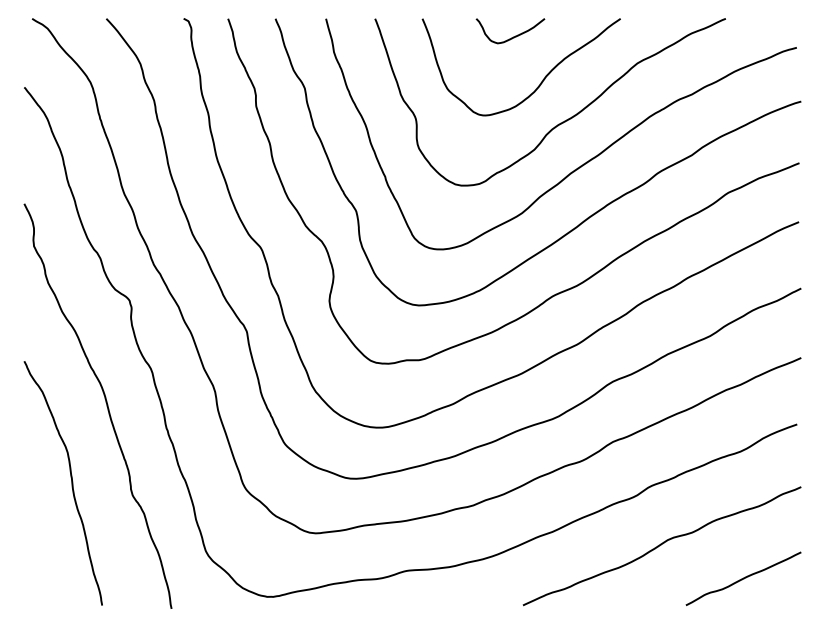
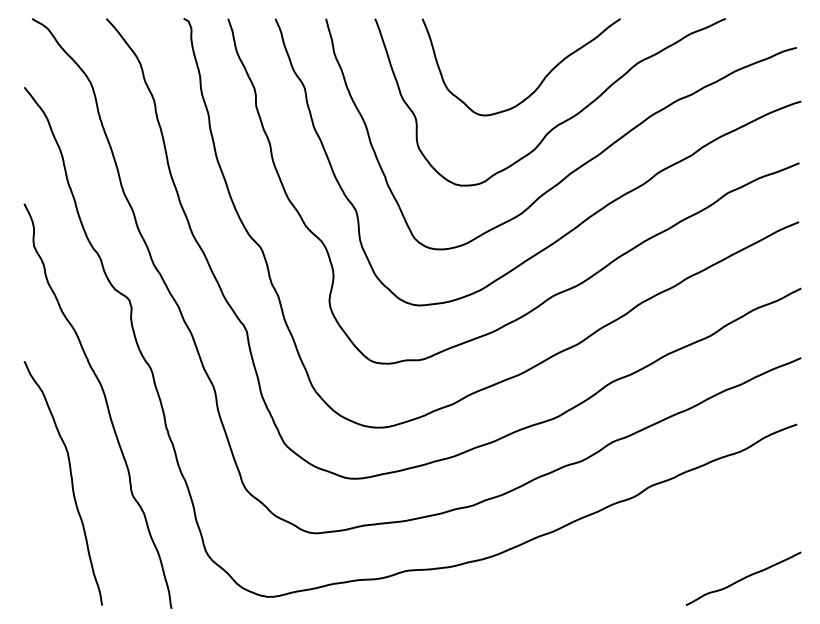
curve at (513, 36): present -> none
curve at (661, 545): present -> none
